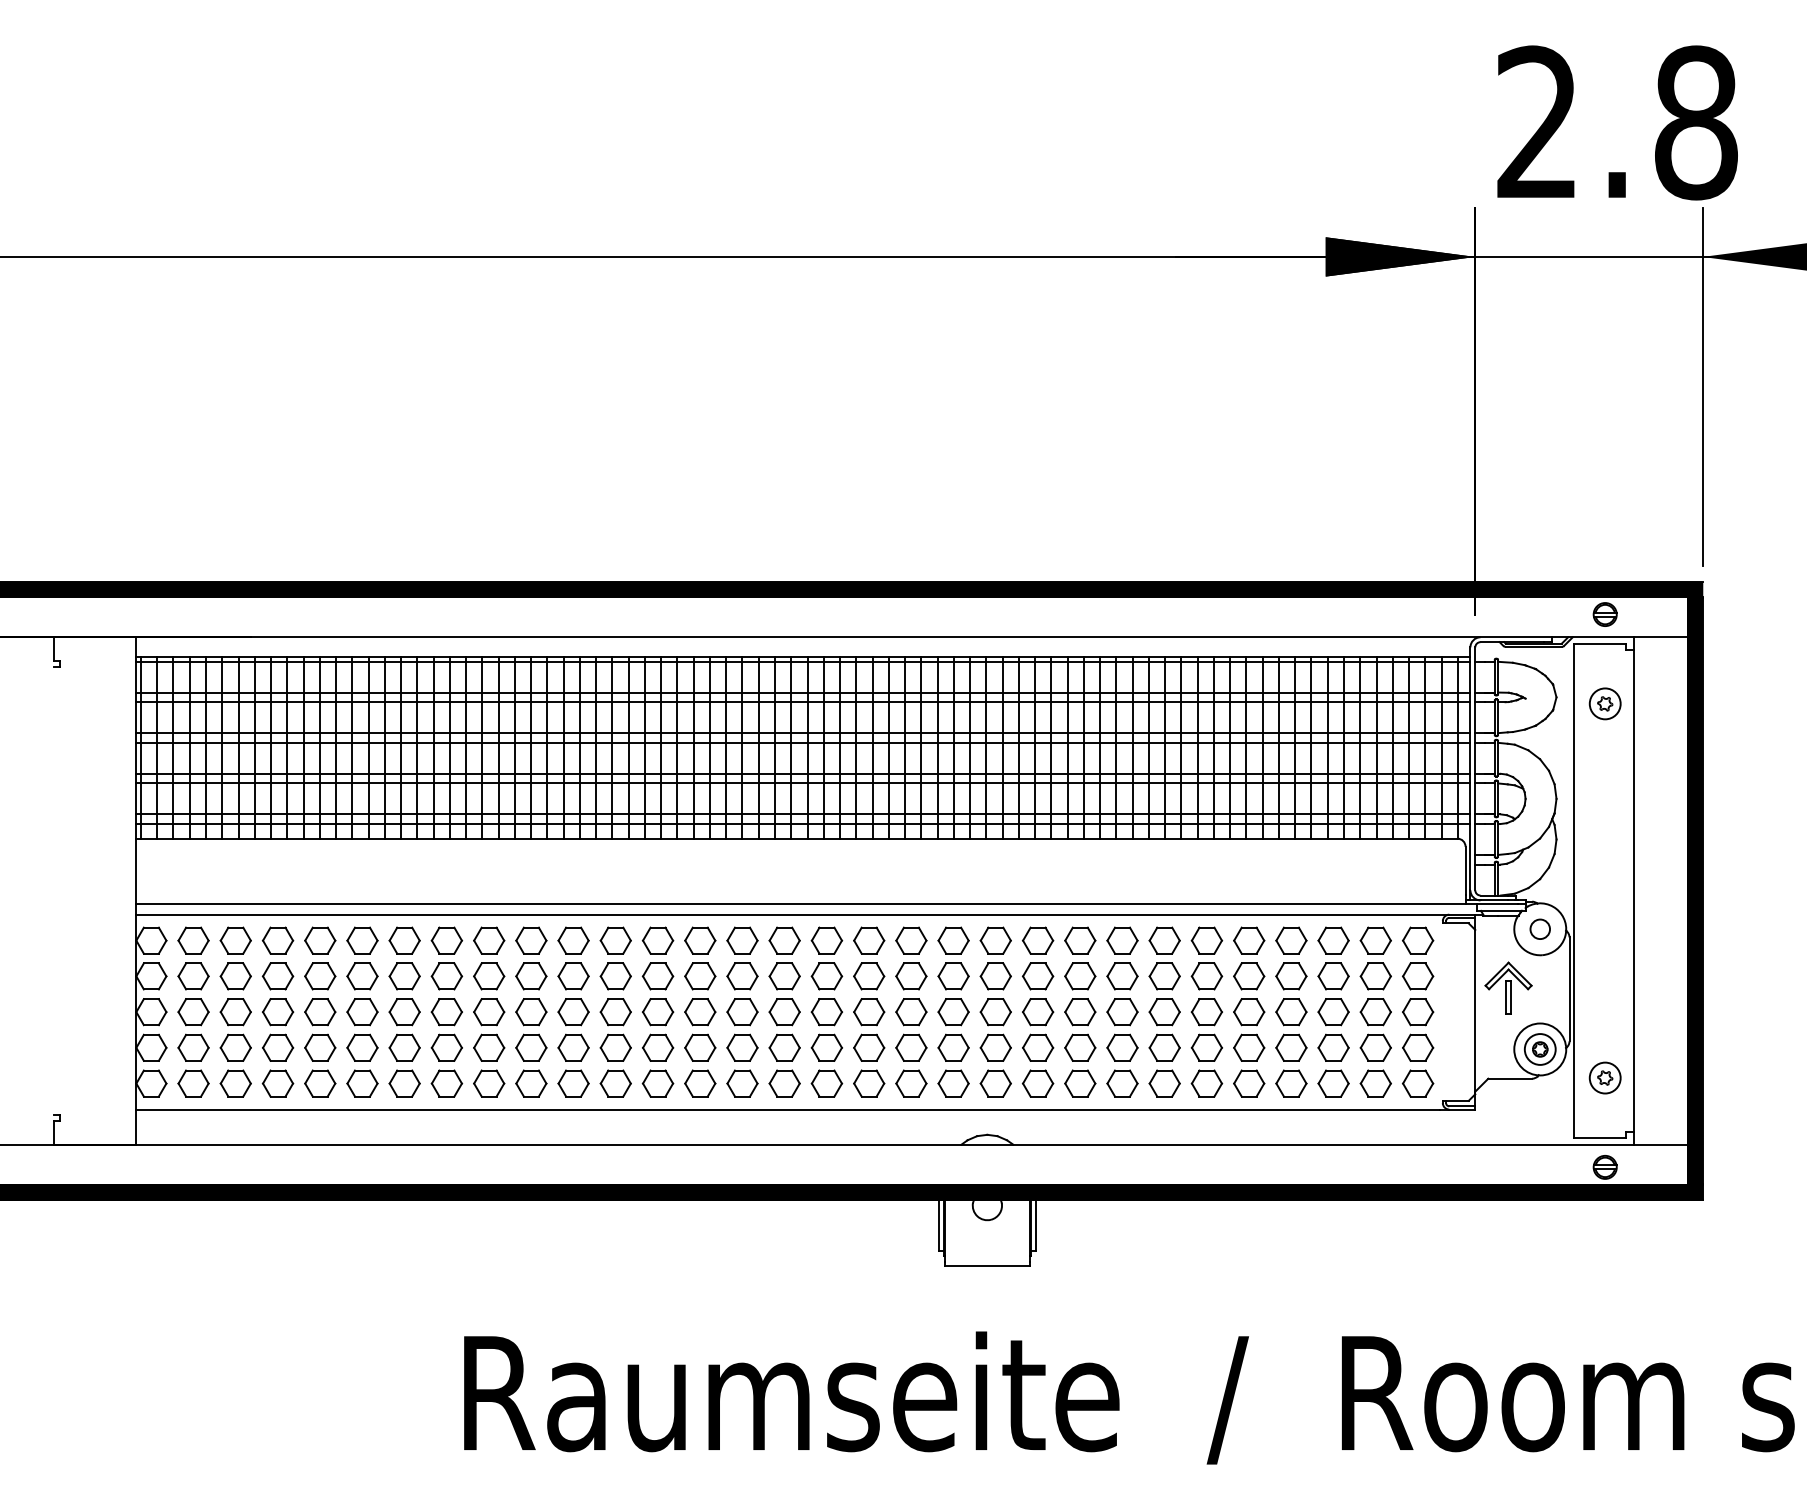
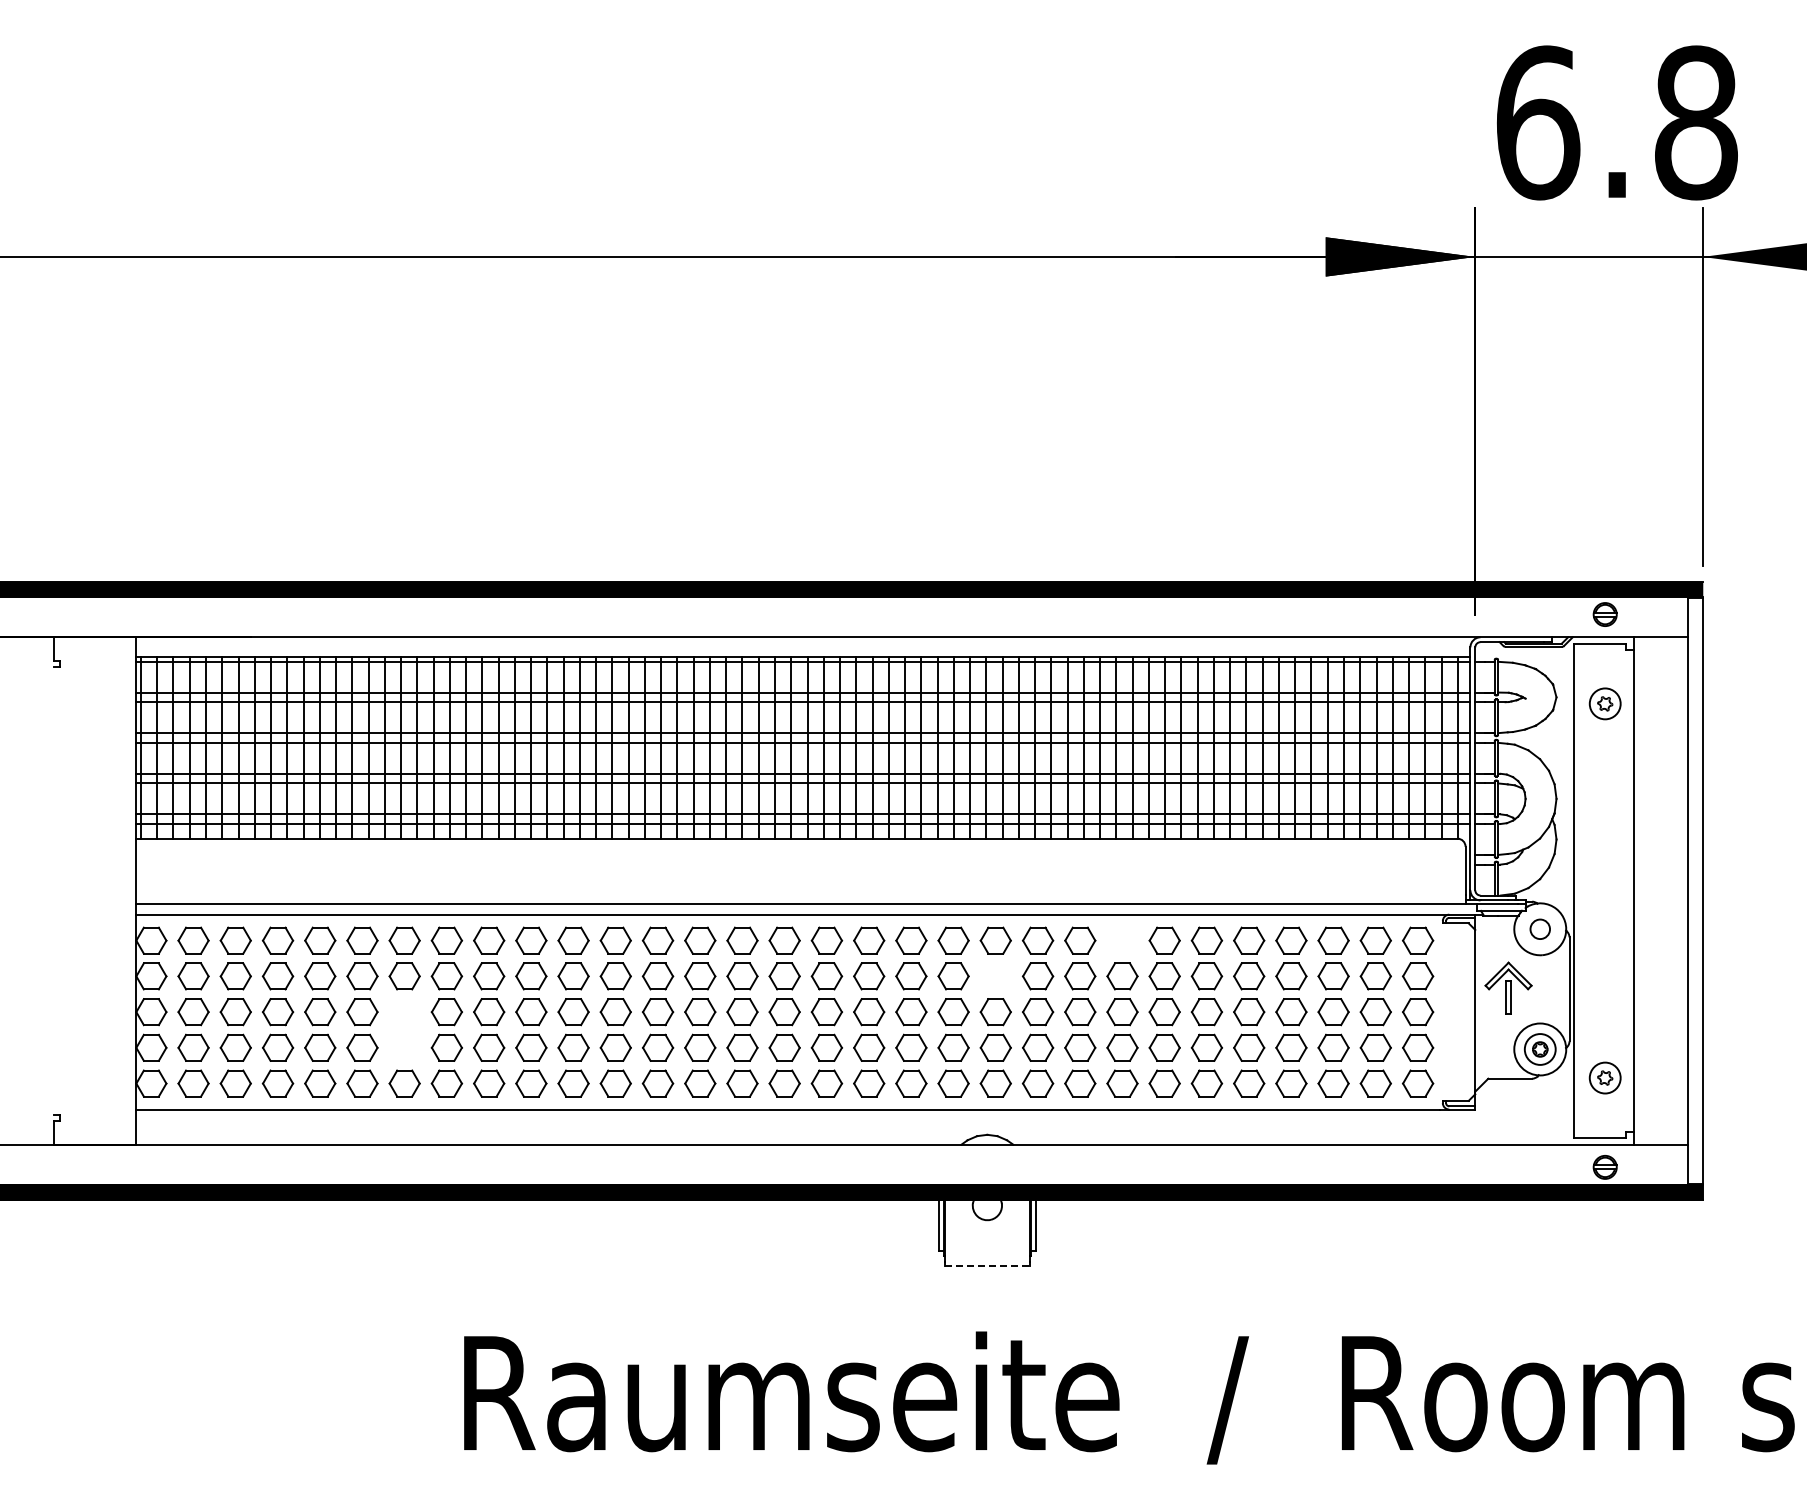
text at (1538, 122): 2.8 -> 6.8
hatch at (1694, 890): present -> none
part at (1122, 940): present -> none
part at (995, 976): present -> none
part at (404, 1029): present -> none
line at (987, 1265): solid -> dashed
